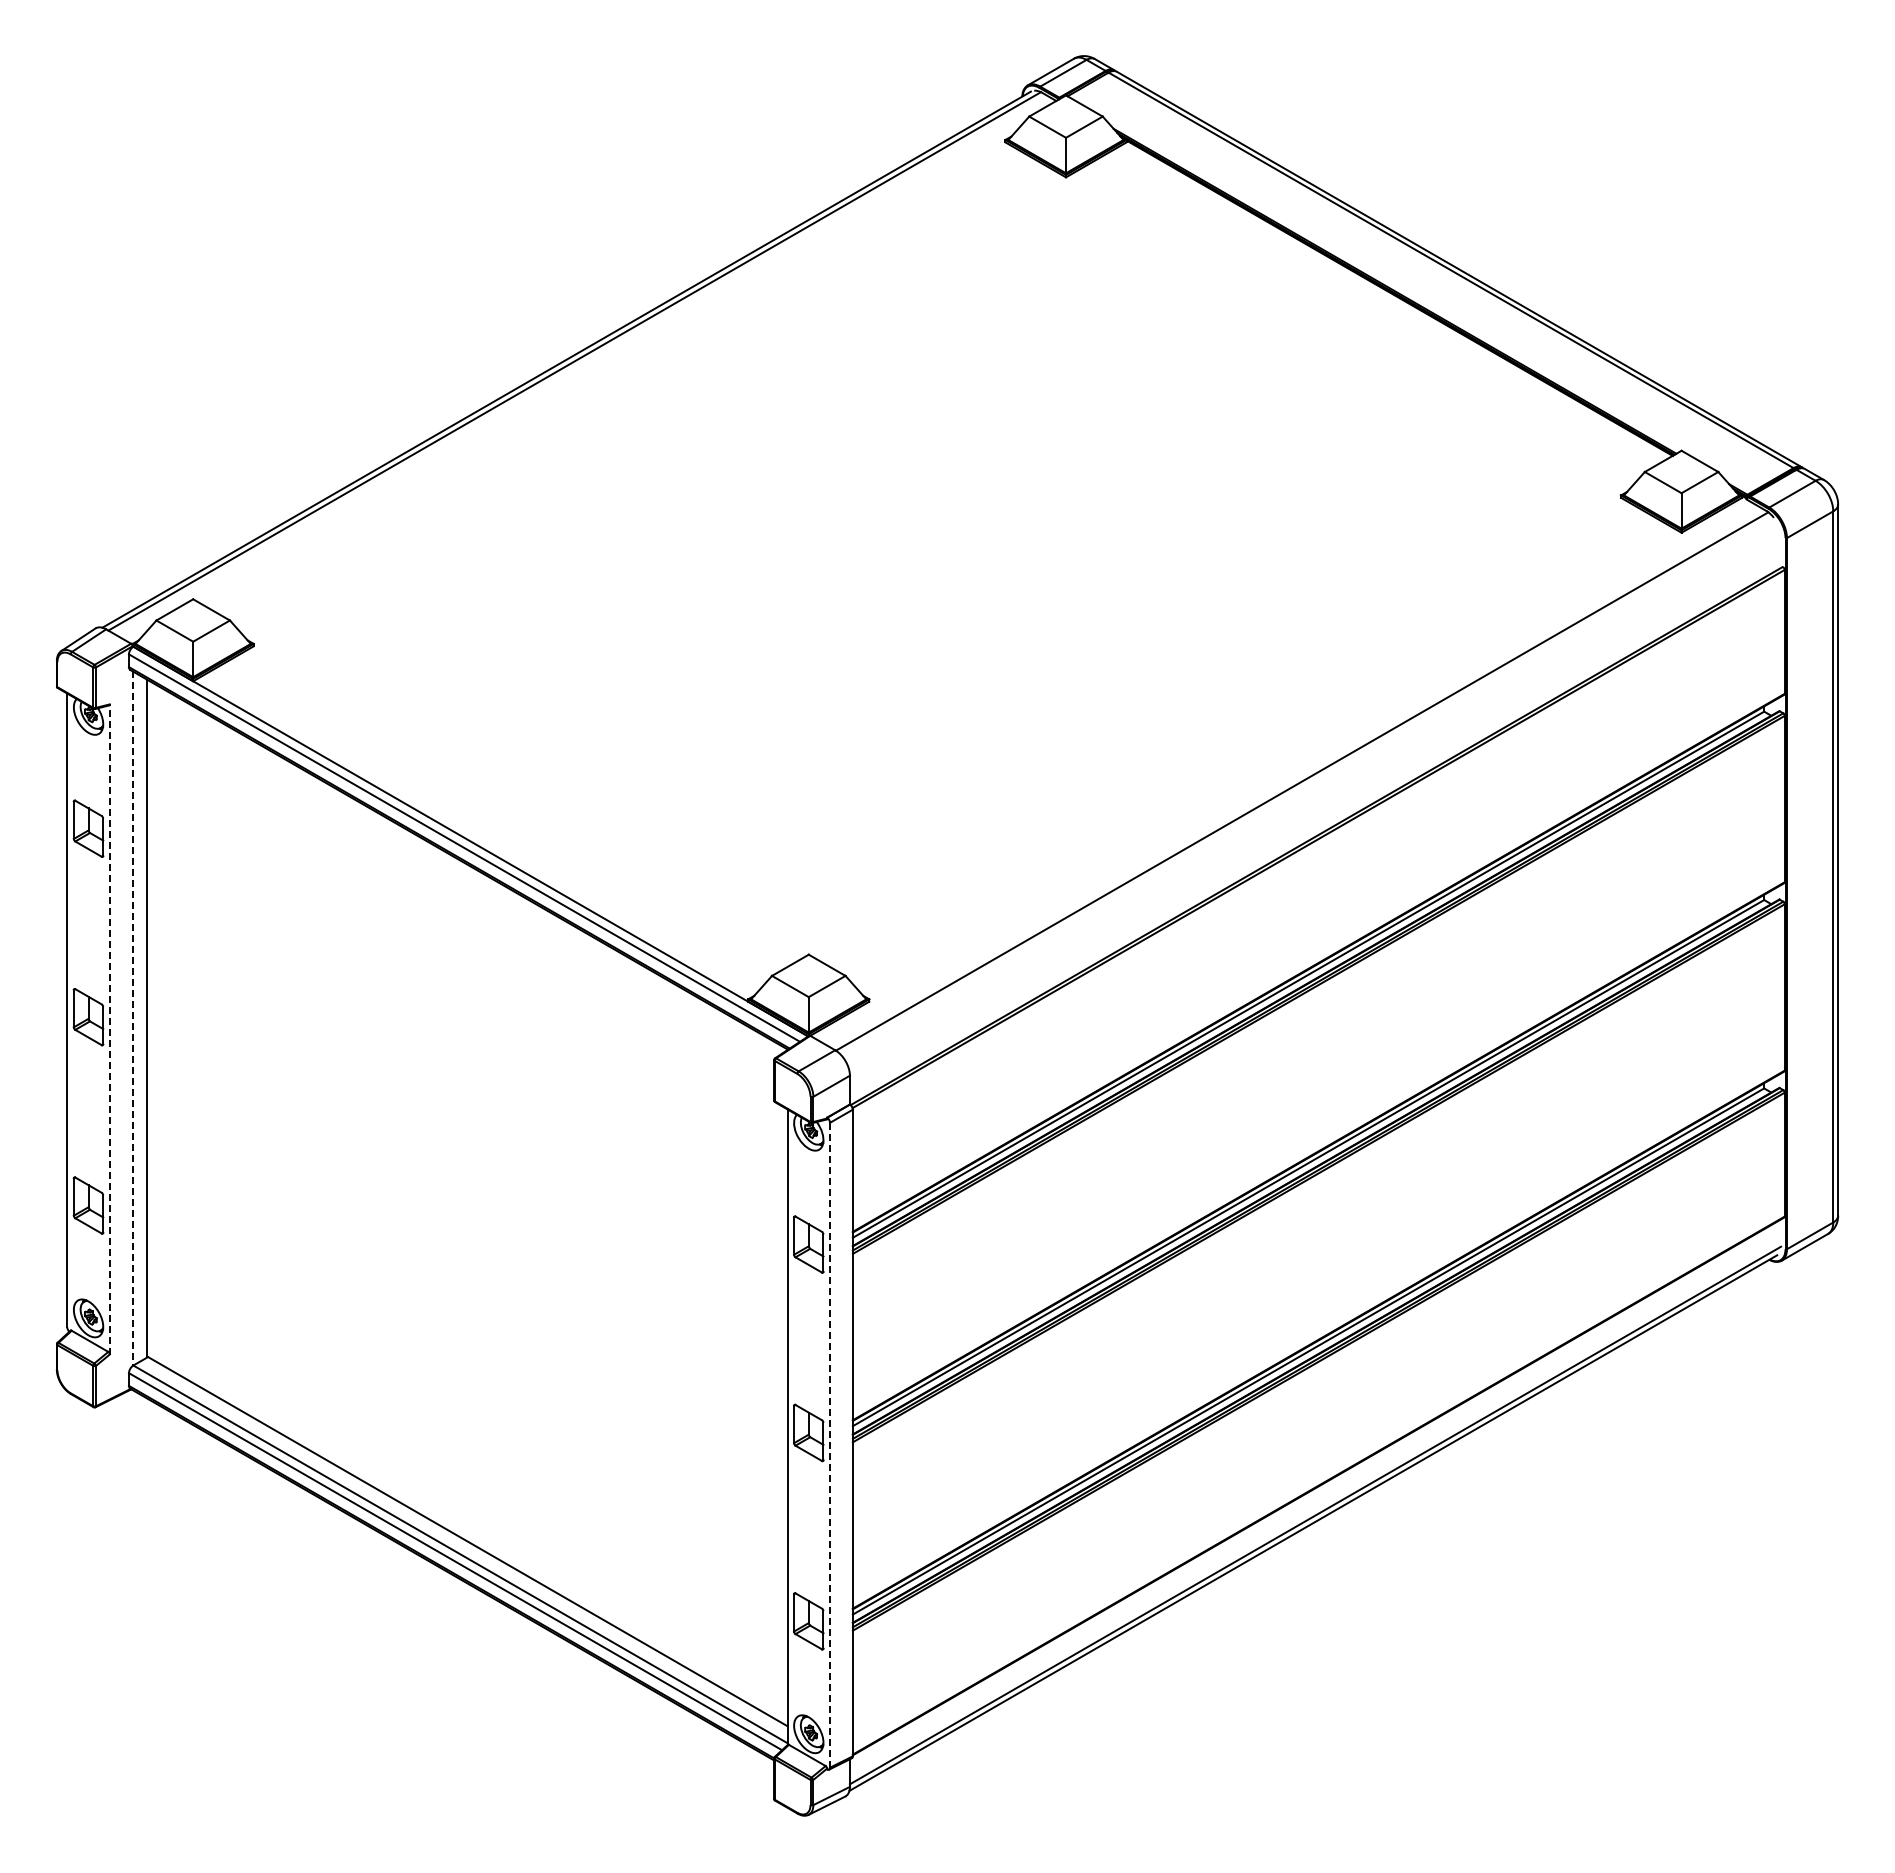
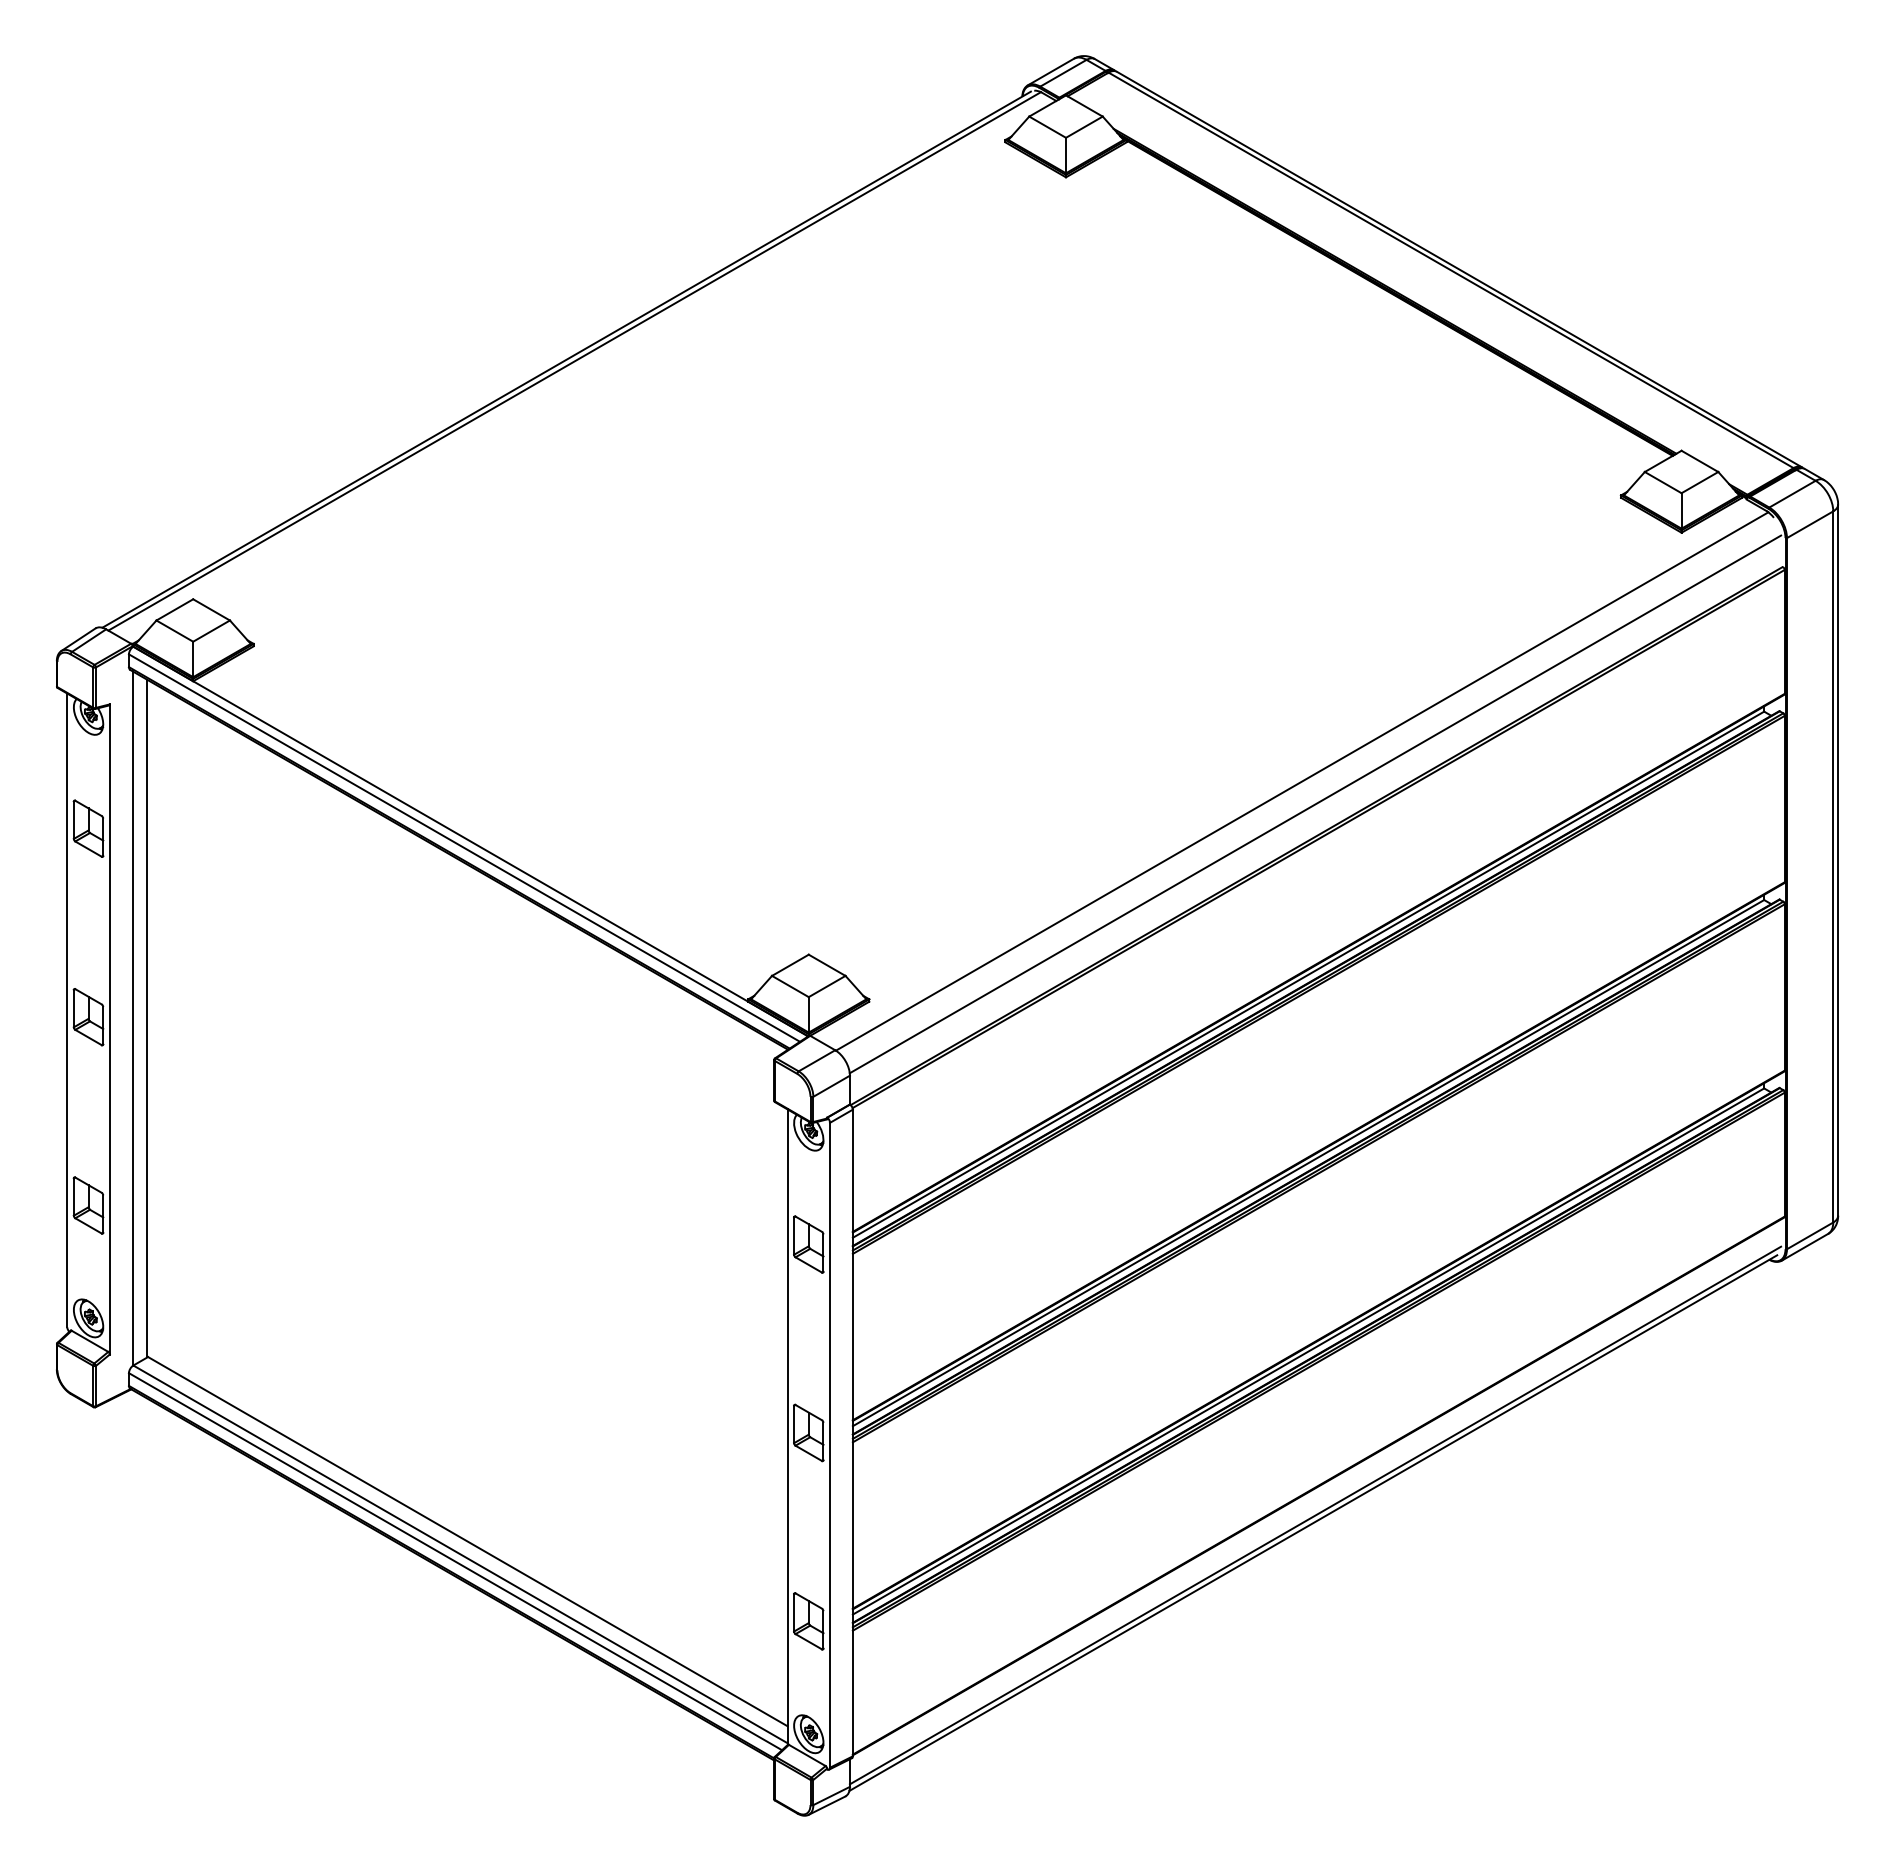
line at (1315, 804): none -> present
line at (132, 1019): dashed -> solid
line at (109, 1028): dashed -> solid
line at (830, 1445): dashed -> solid
